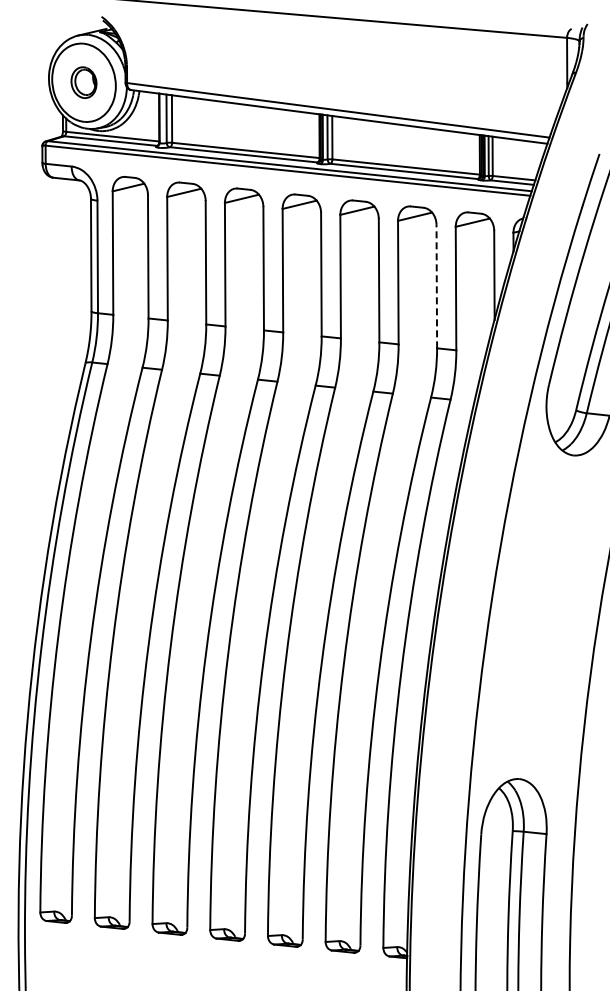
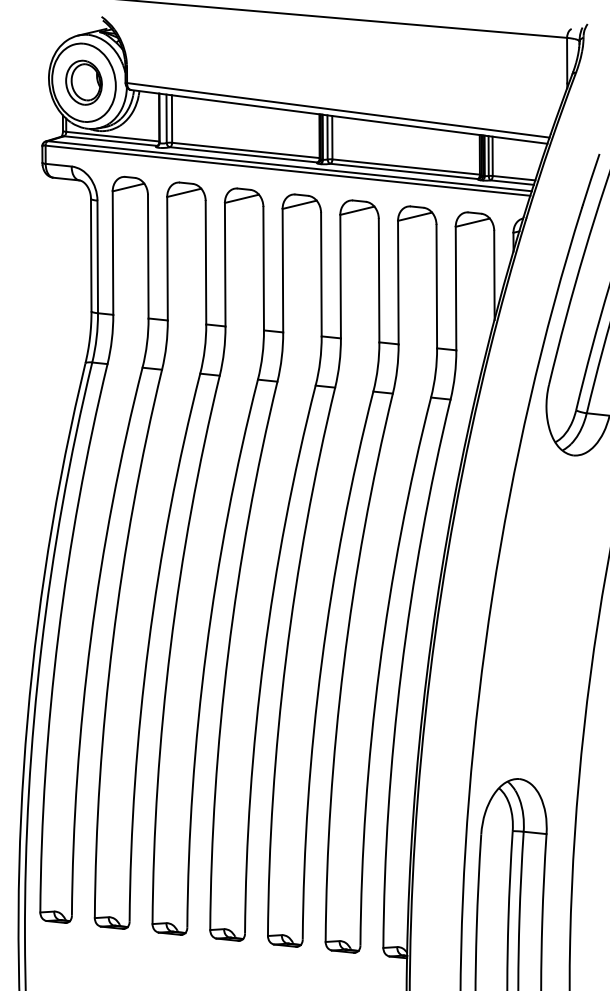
part at (83, 82) size: 28x33 px -> 38x47 px
line at (436, 286): dashed -> solid
